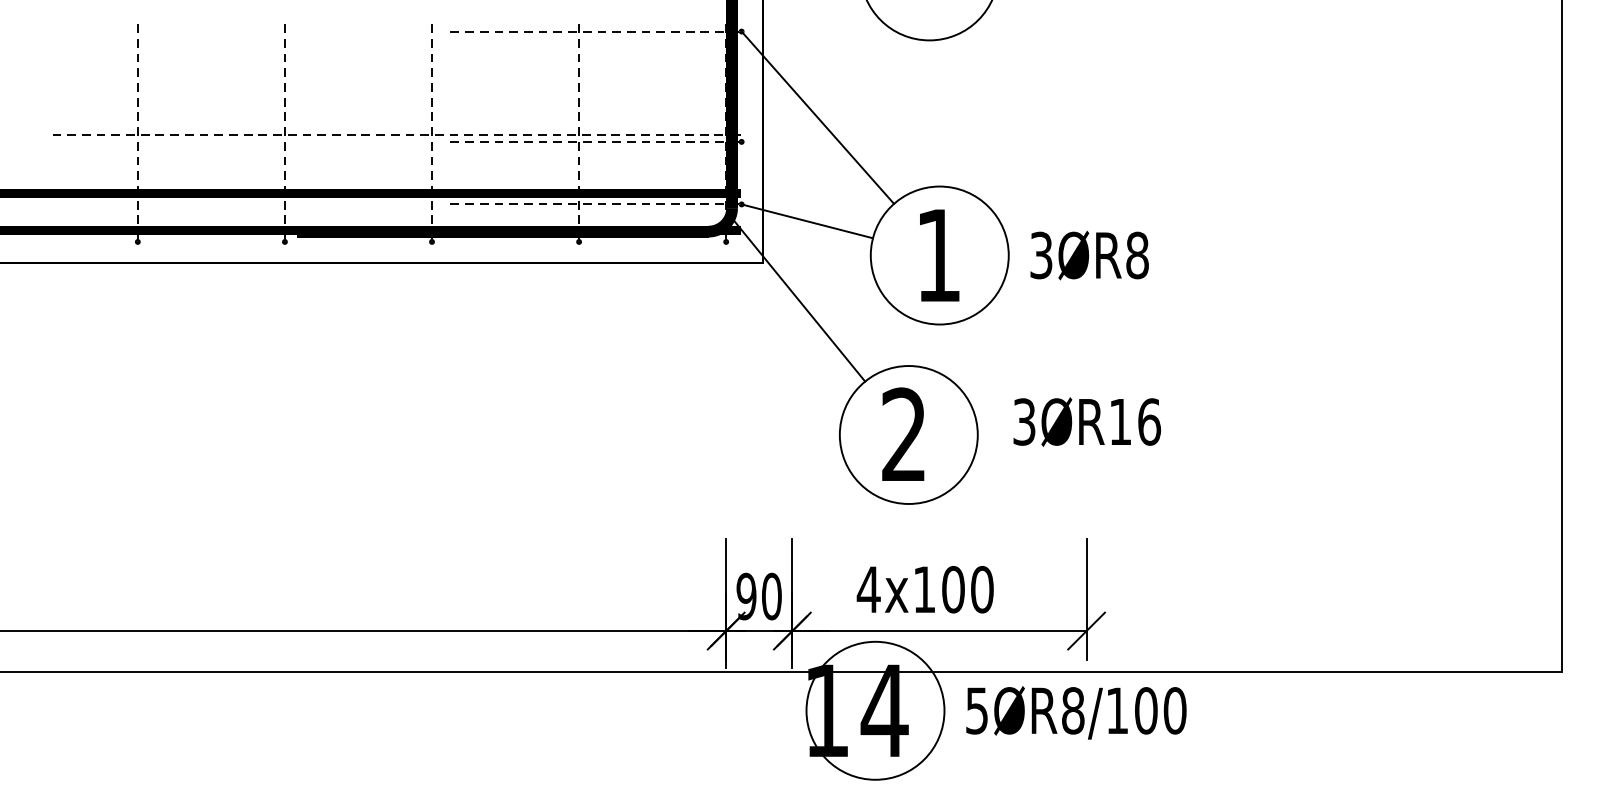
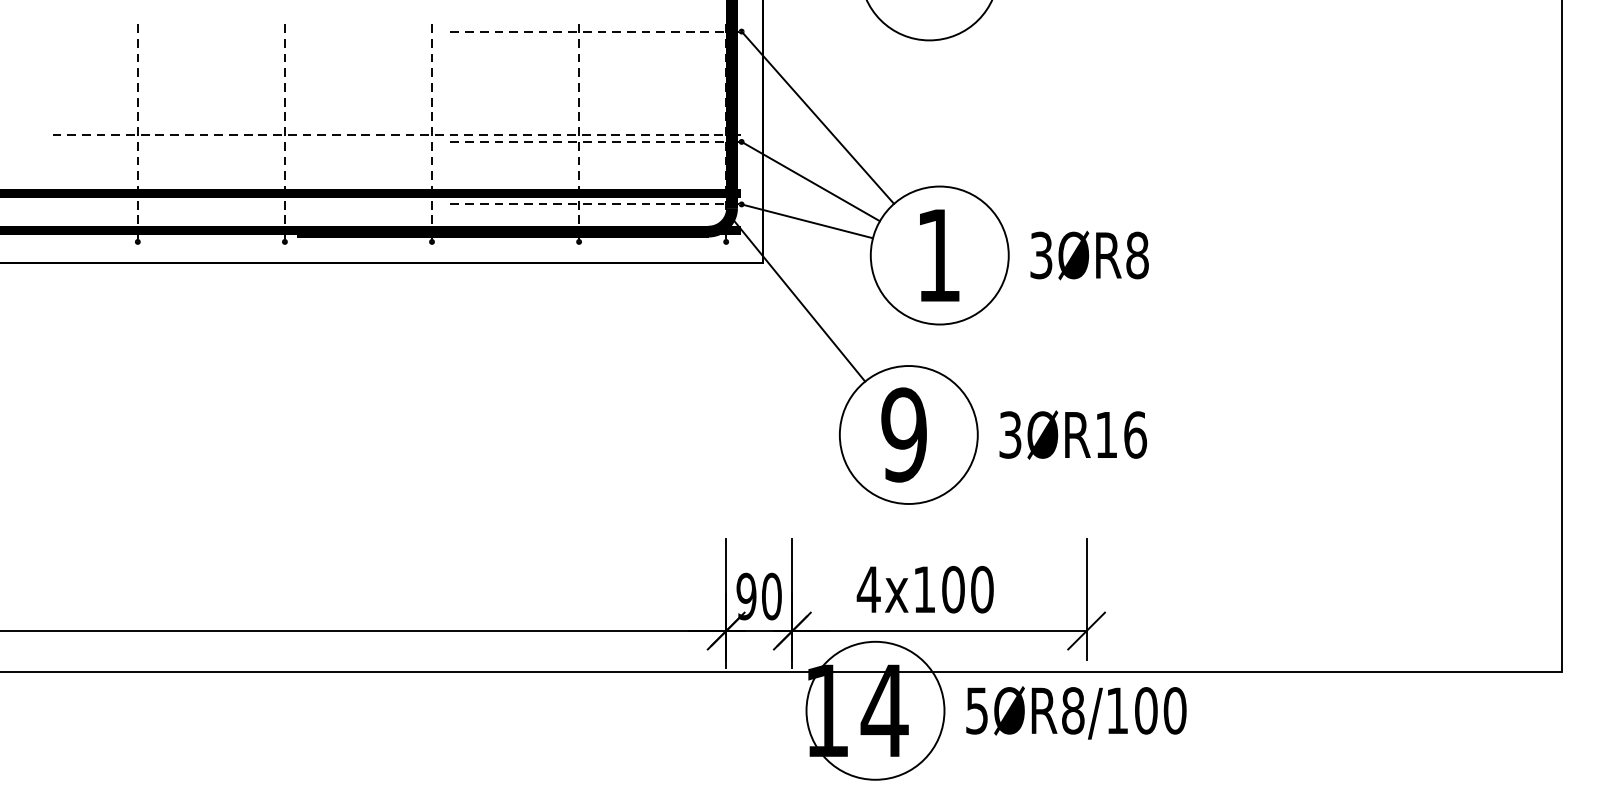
line at (810, 181): none -> present
text at (1087, 421) position: (1087, 421) -> (1073, 434)
text at (903, 434): 2 -> 9
